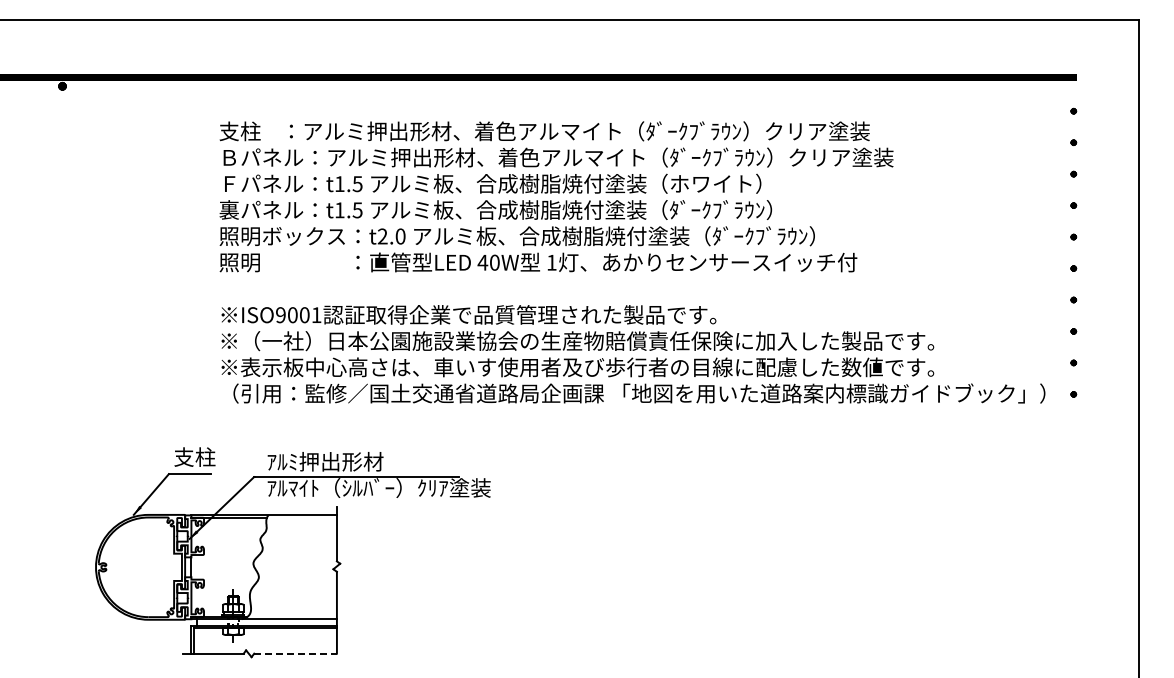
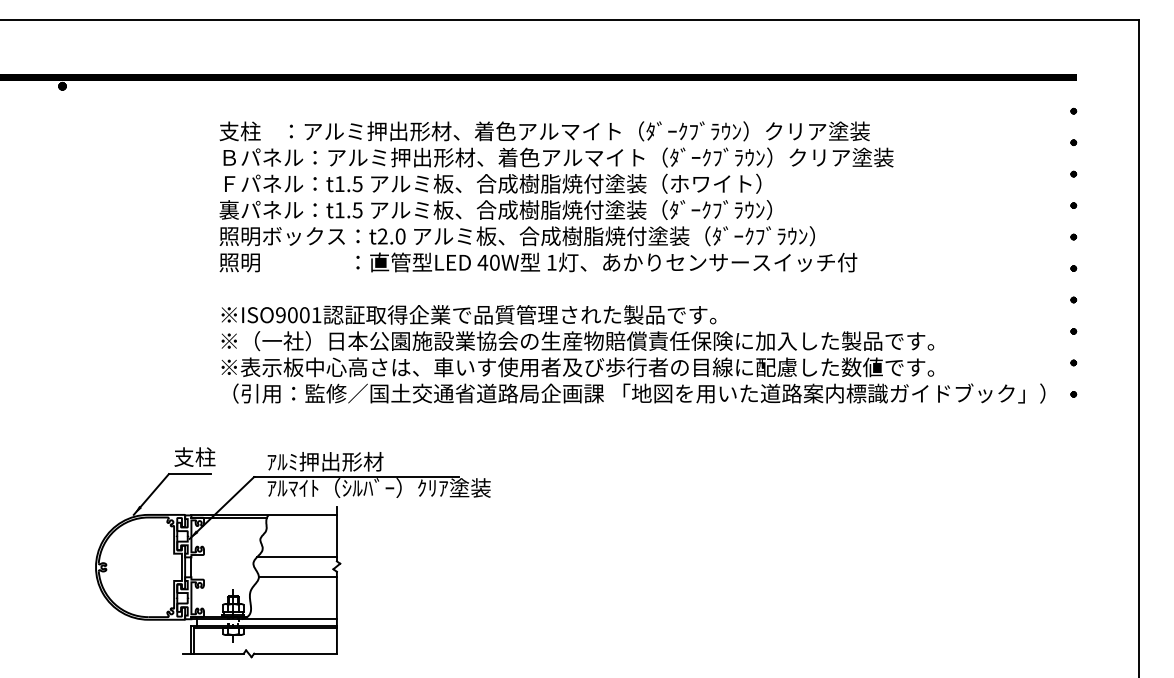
line at (296, 557): none -> present
line at (297, 577): none -> present
line at (296, 653): dashed -> solid
